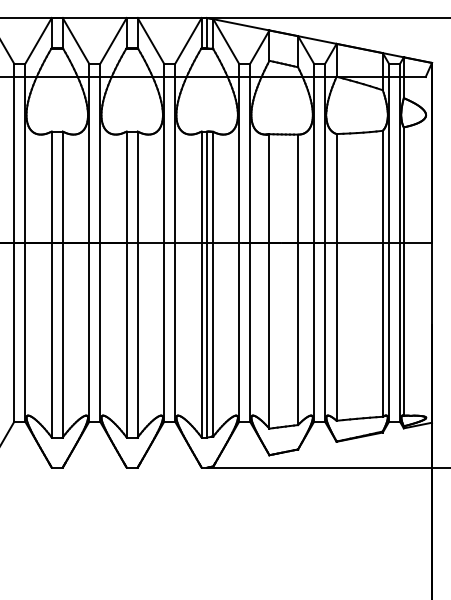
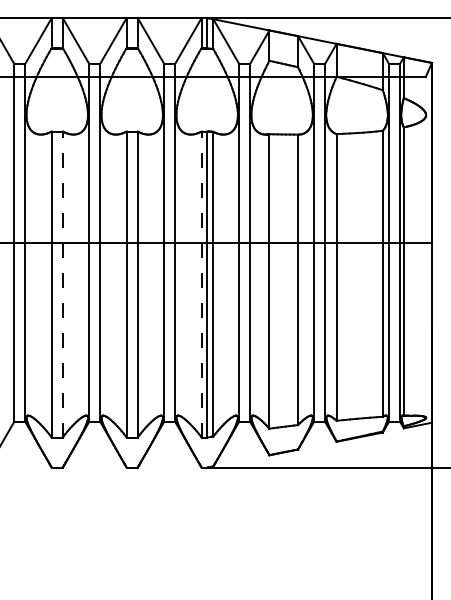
line at (62, 284): solid -> dashed
line at (201, 284): solid -> dashed
